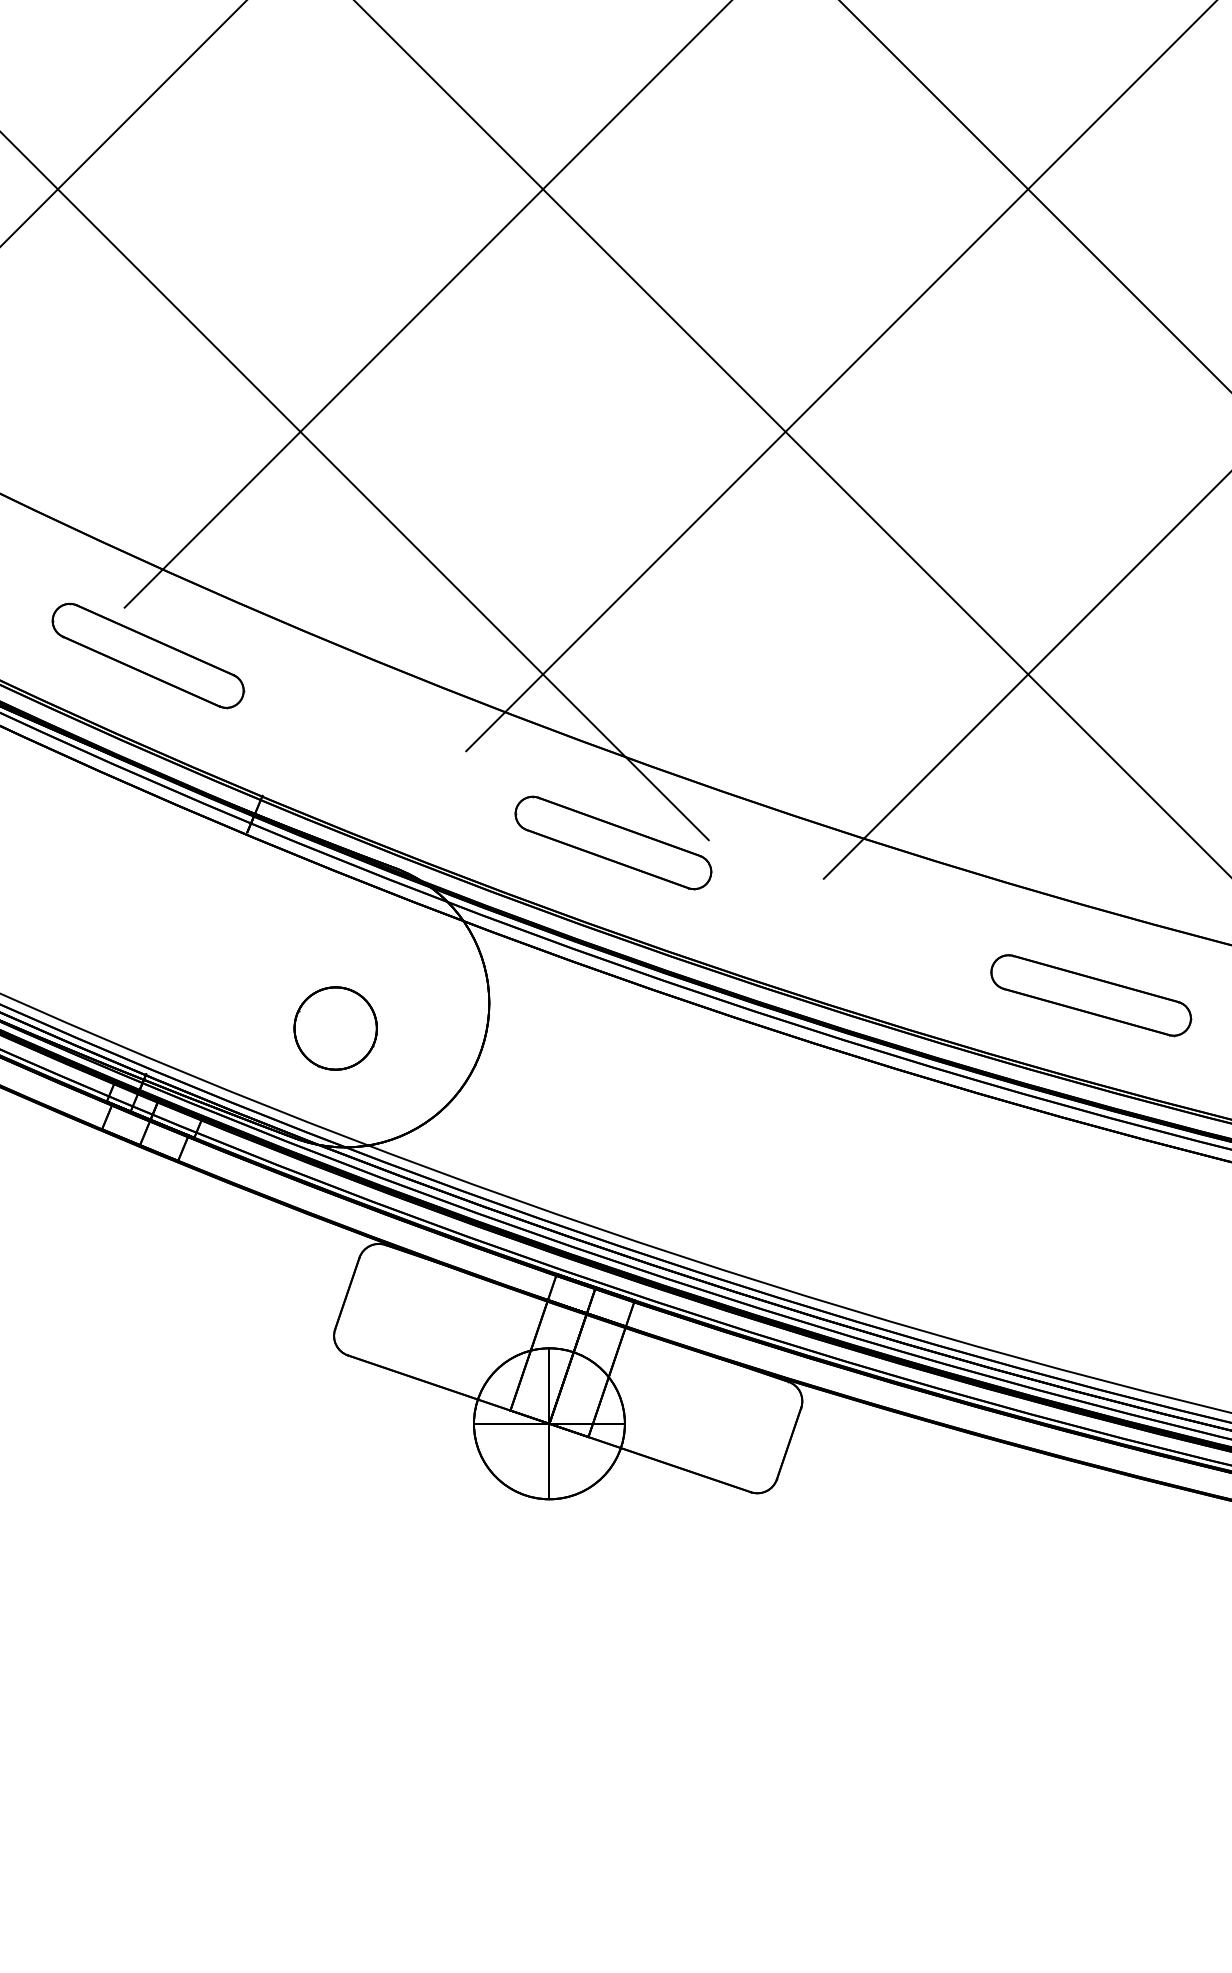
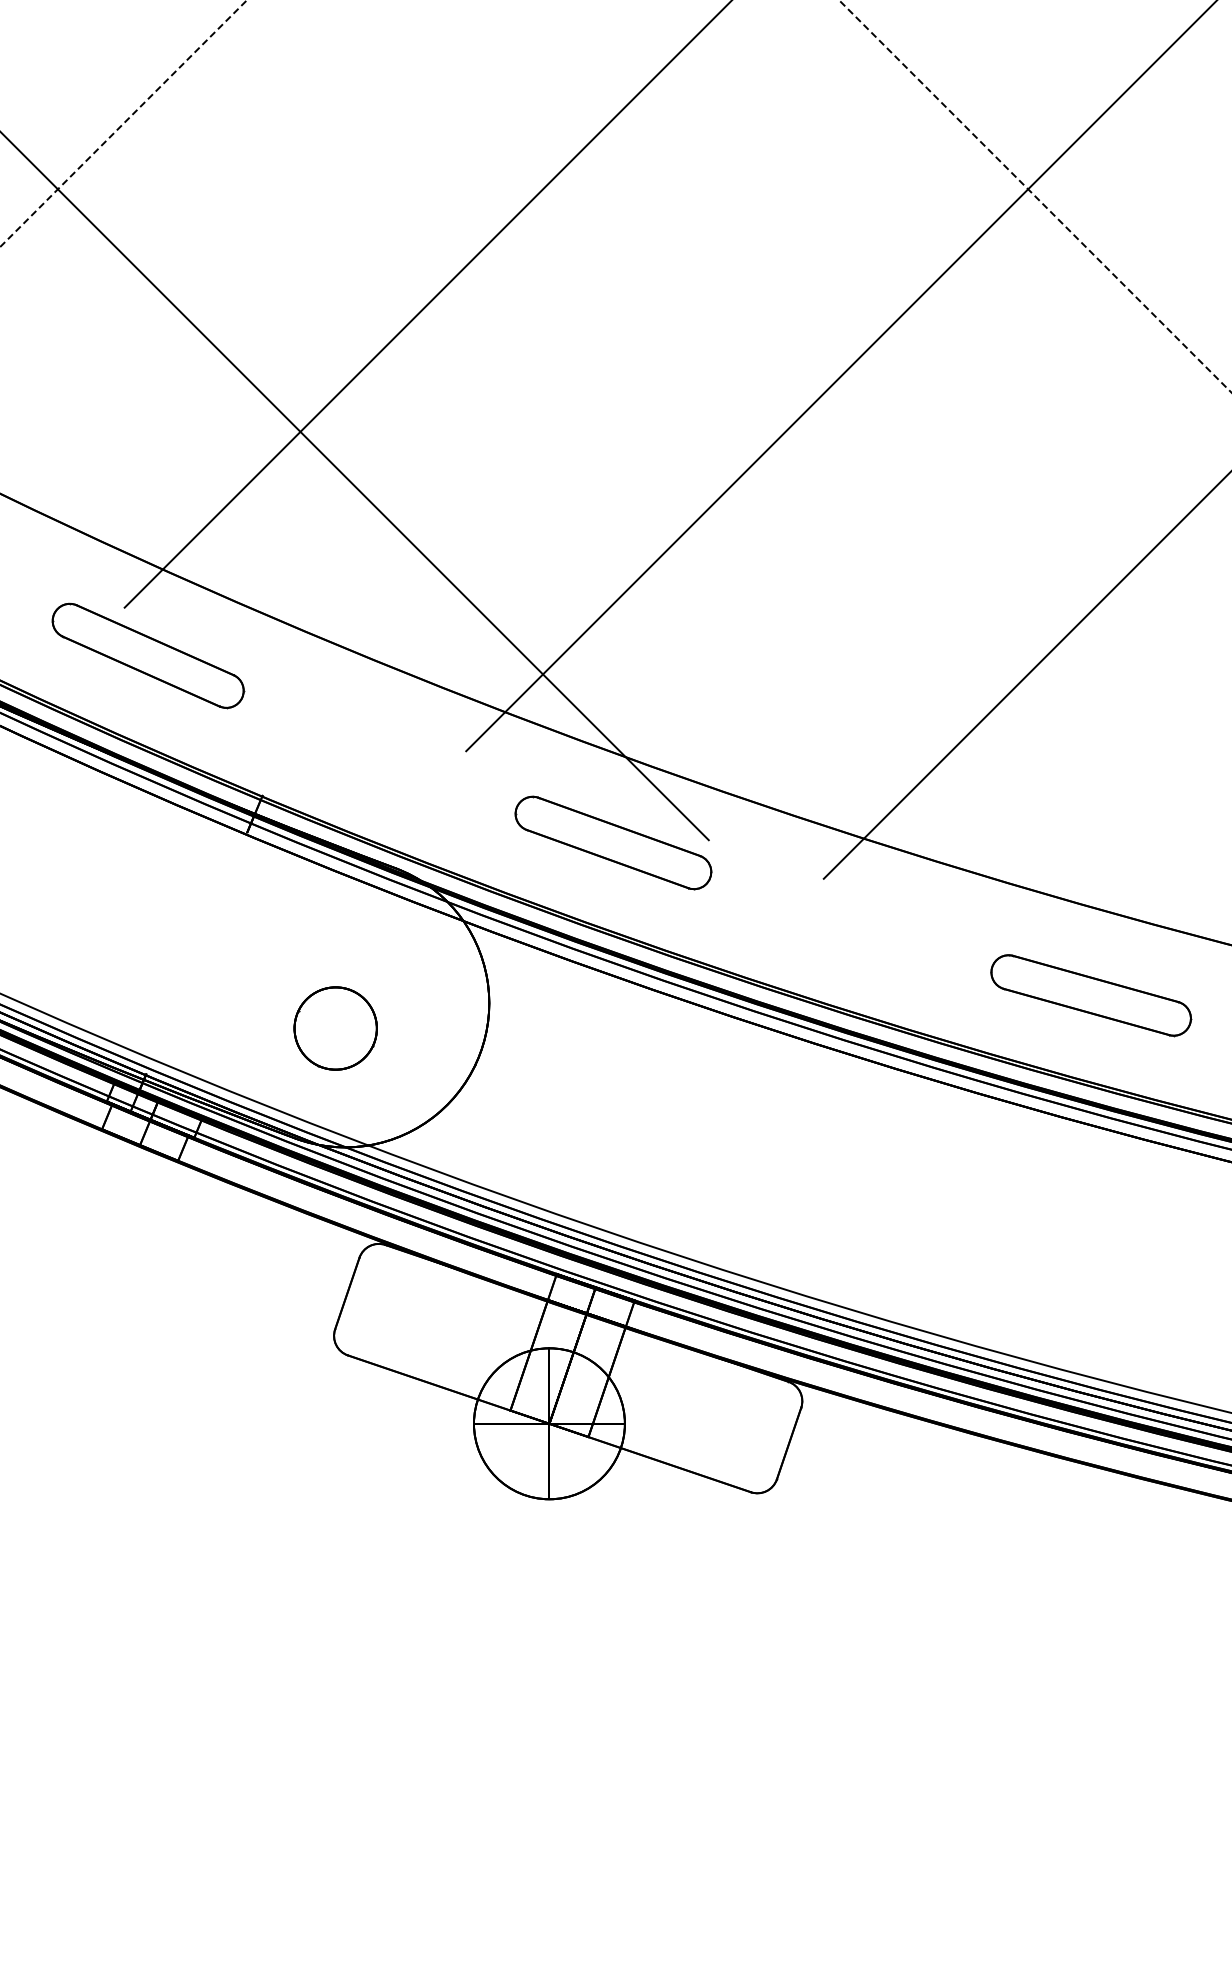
line at (123, 123): solid -> dashed
line at (1035, 196): solid -> dashed
line at (791, 438): present -> none
